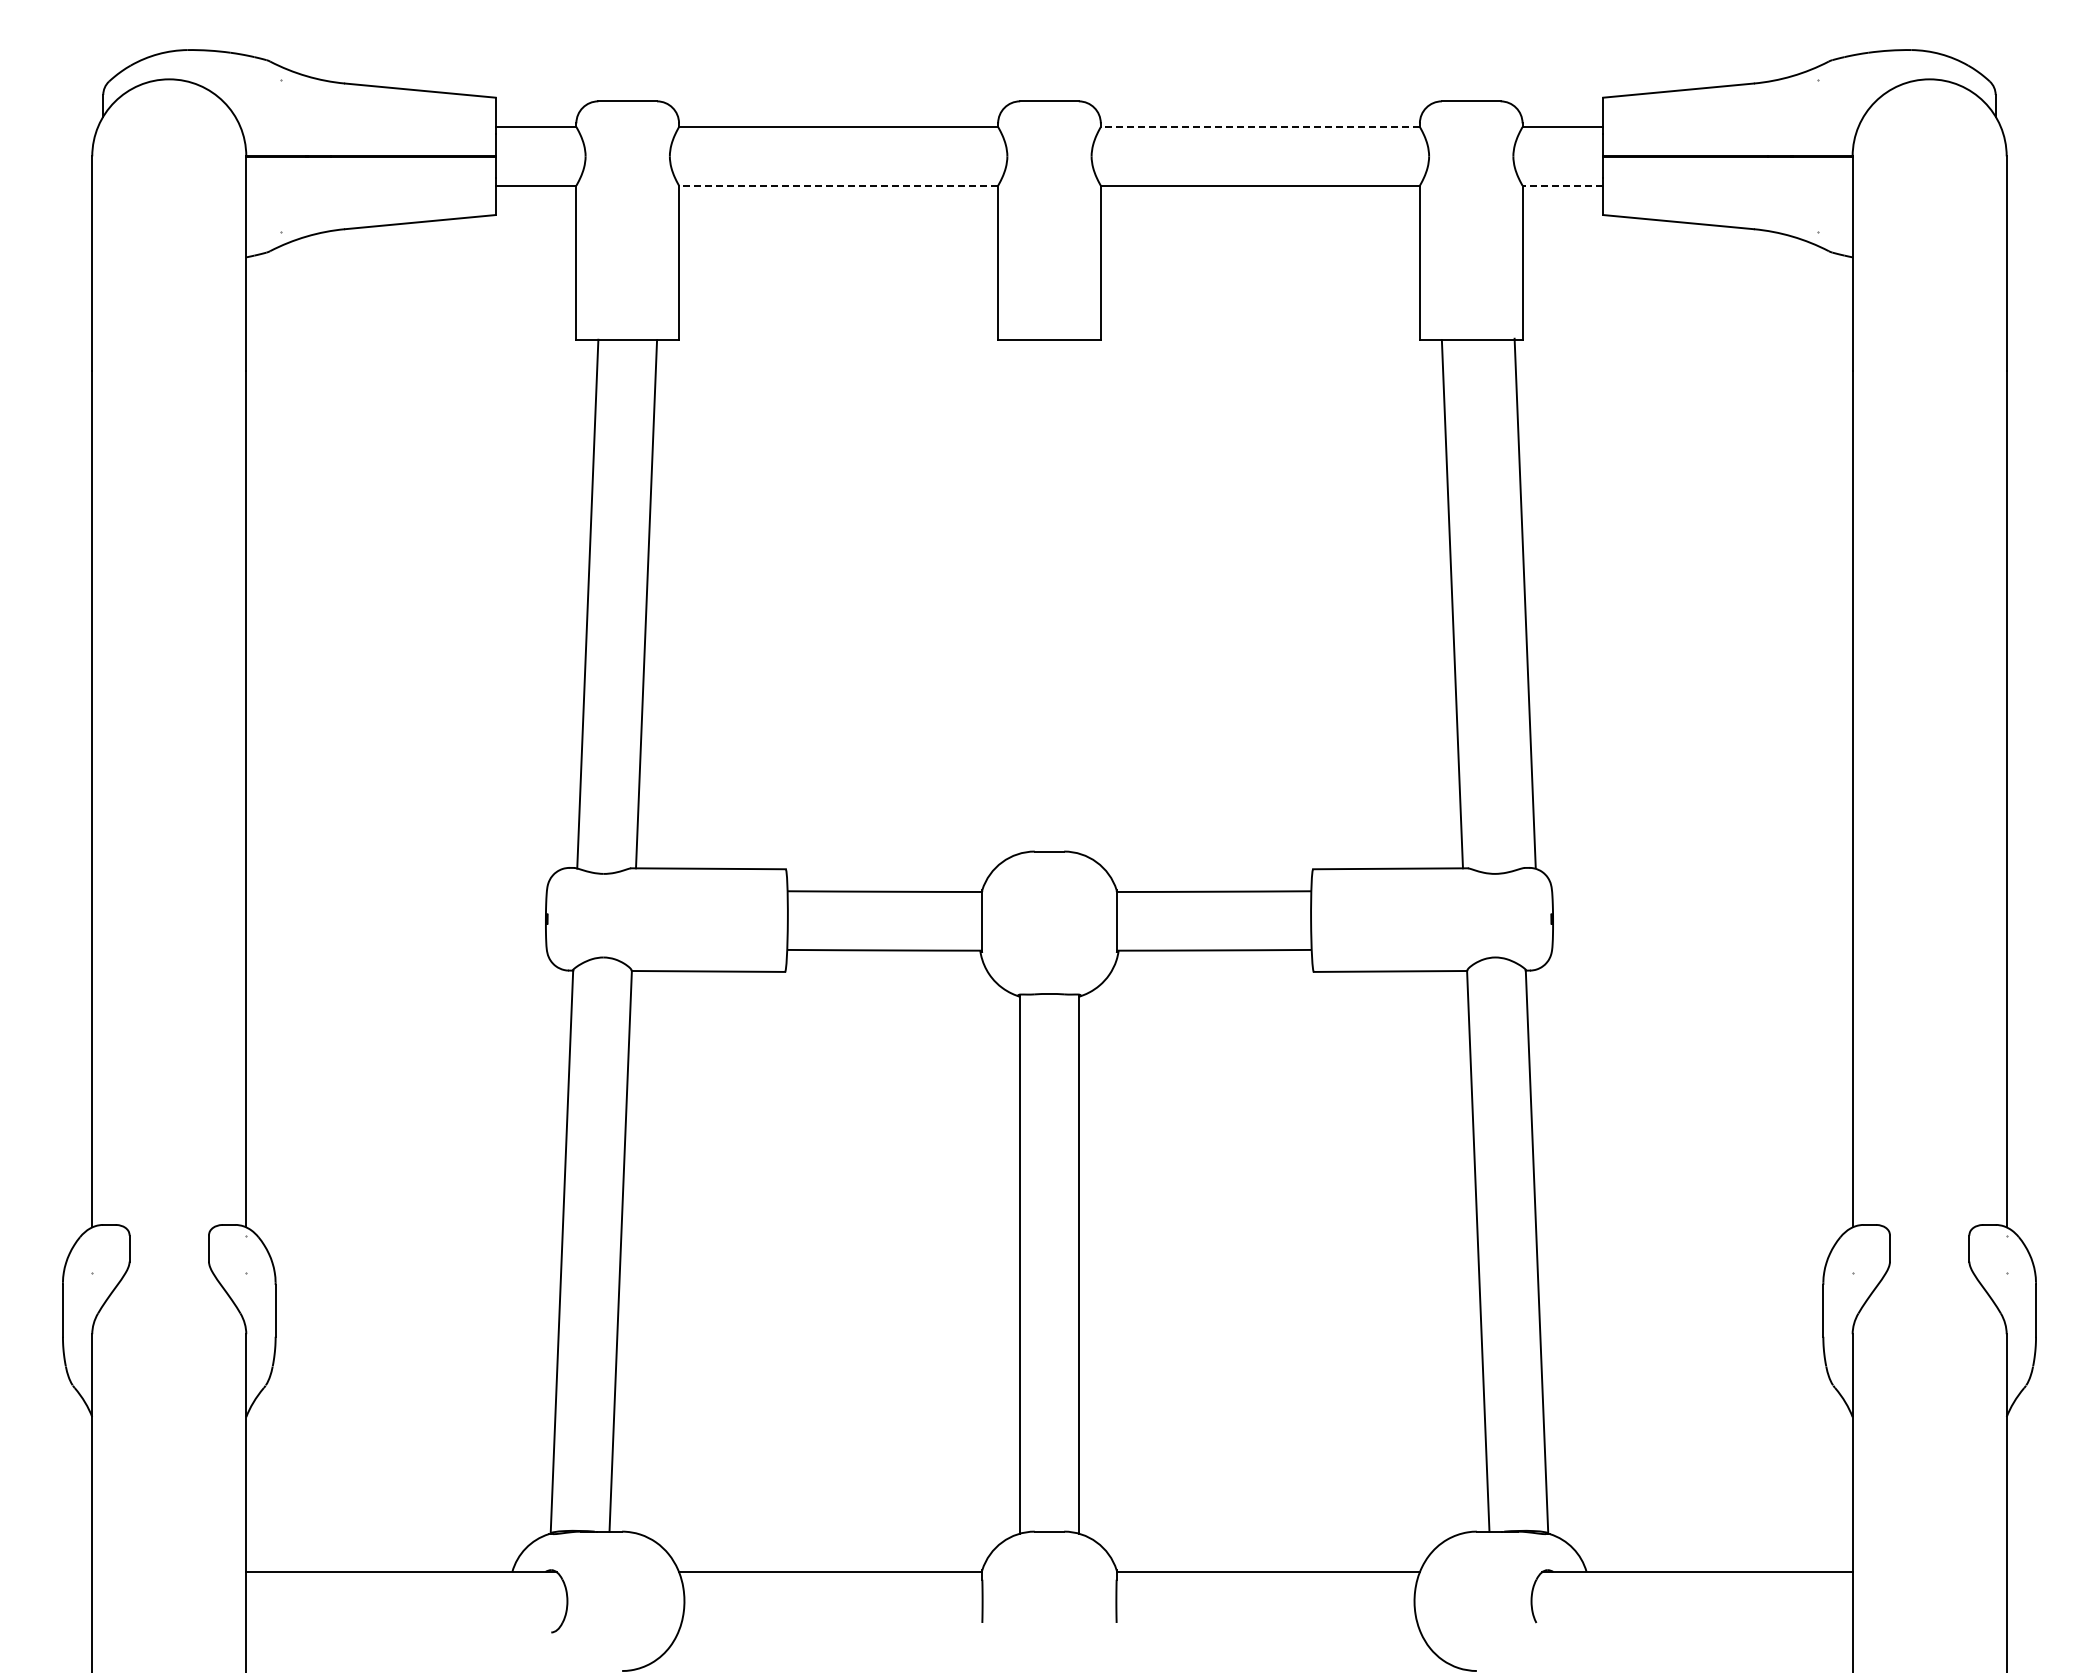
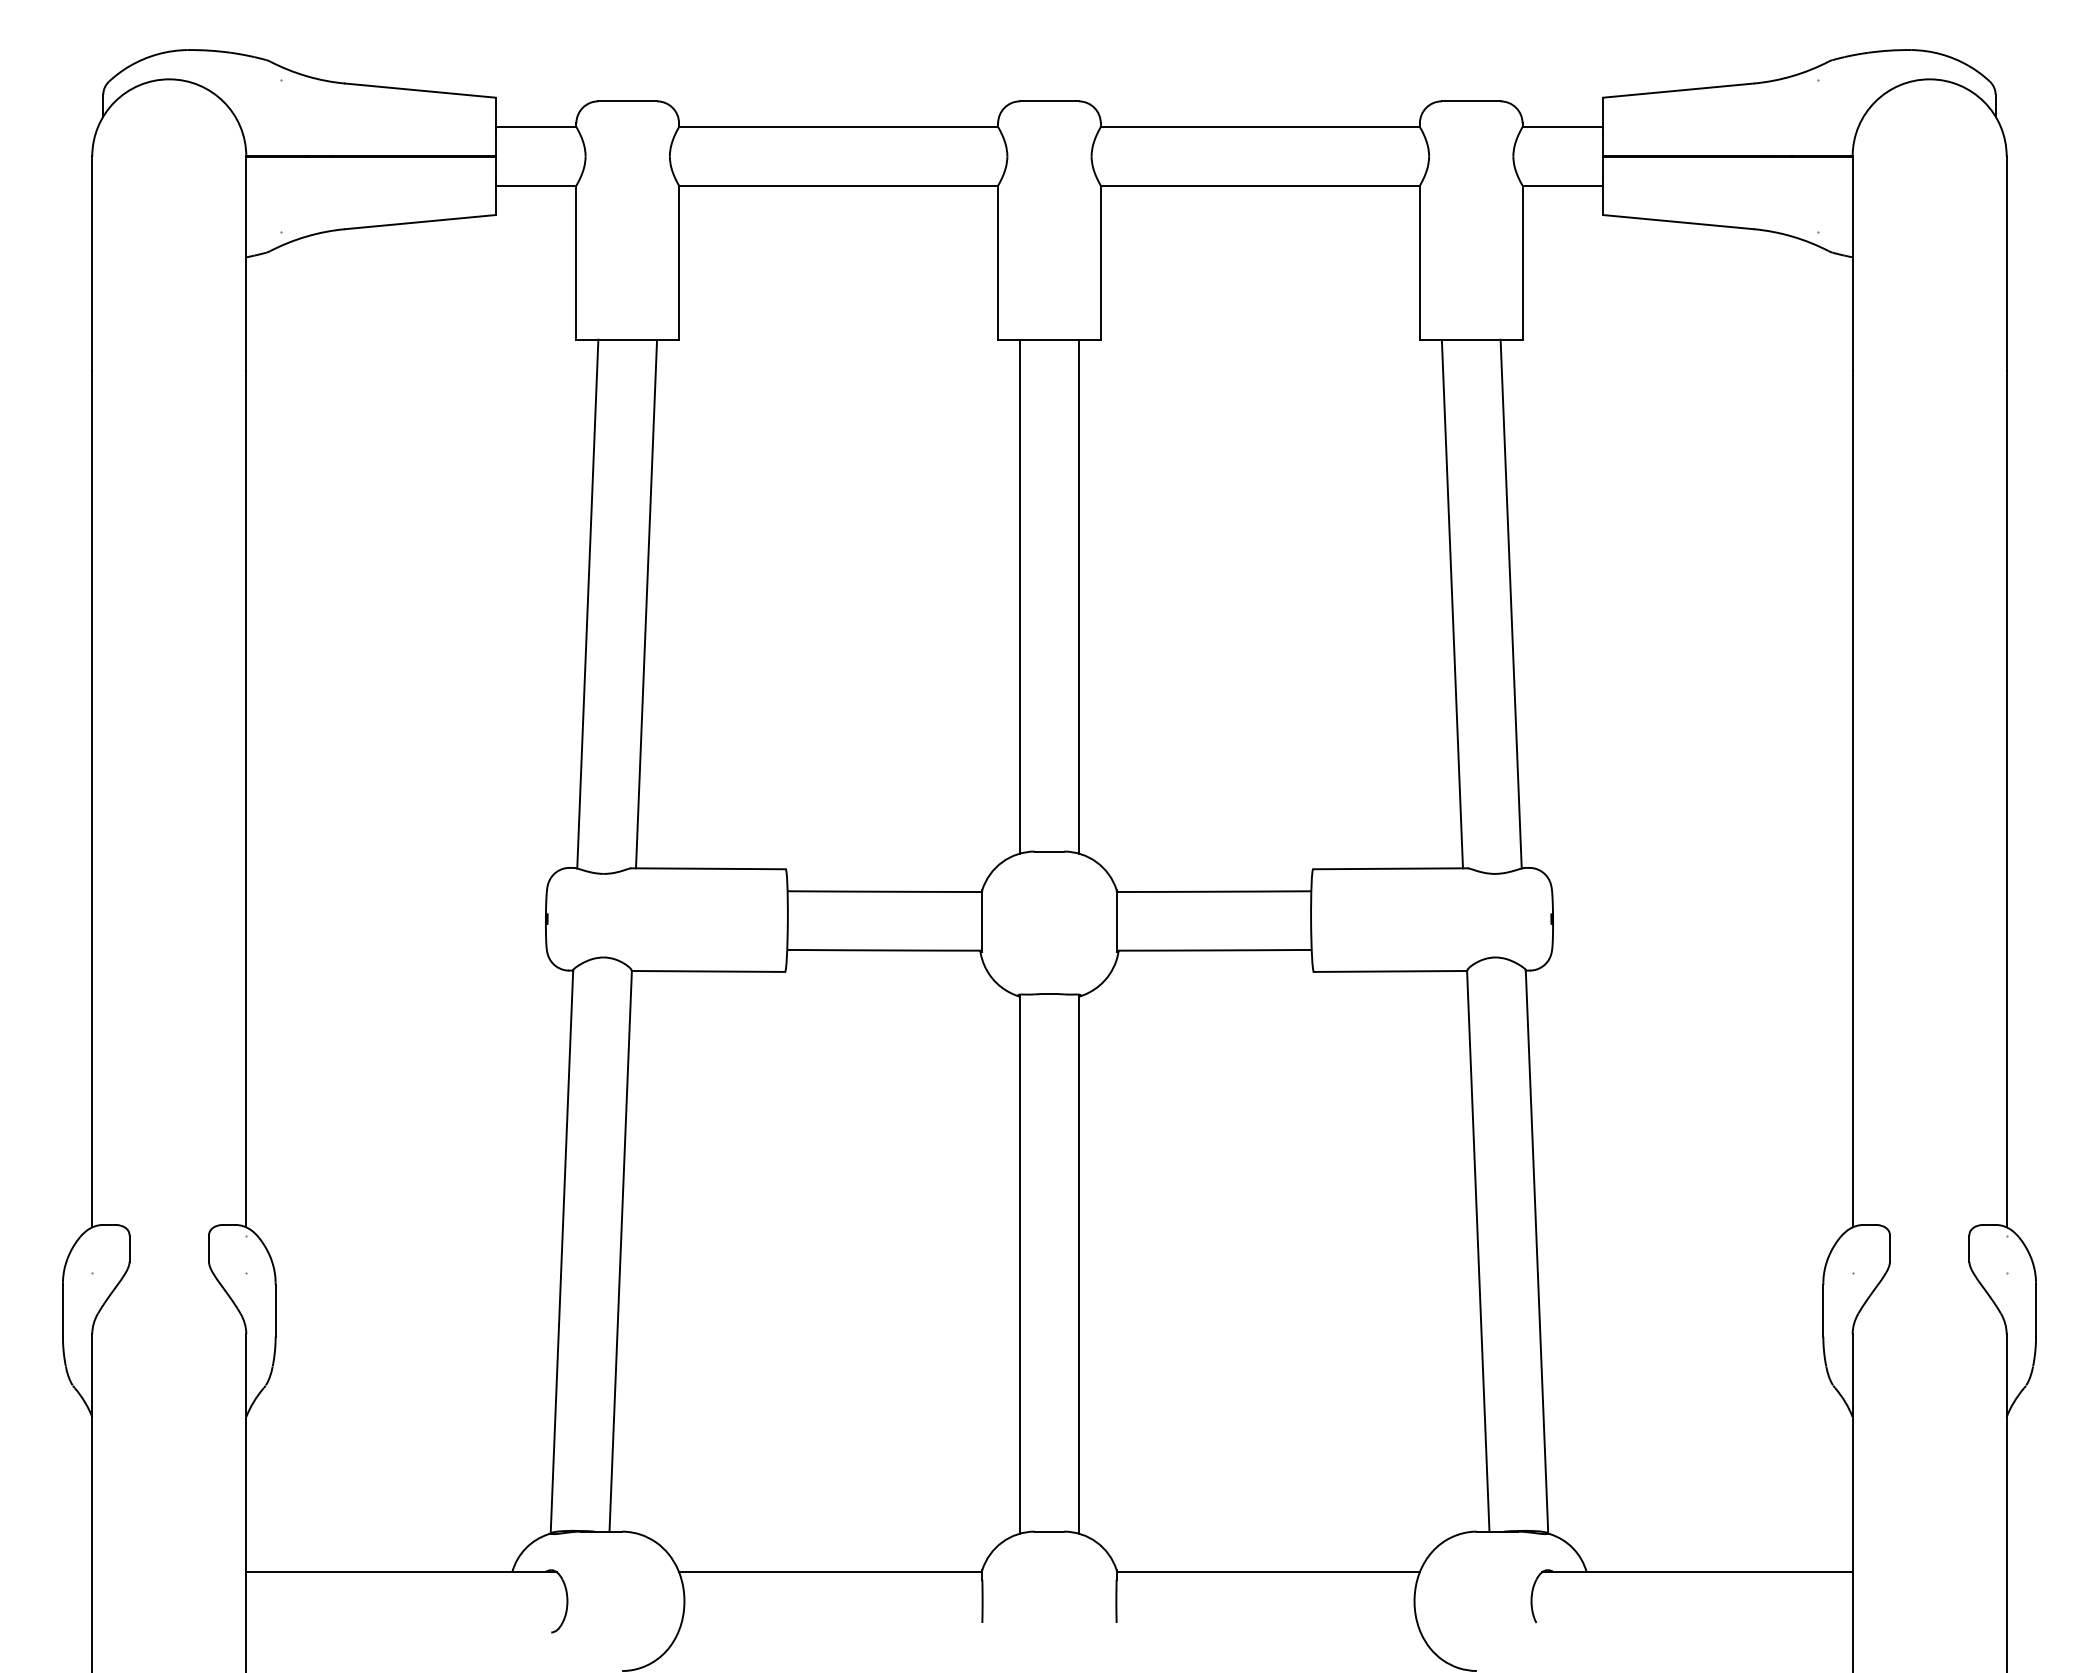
line at (1260, 127): dashed -> solid
line at (838, 185): dashed -> solid
line at (1562, 185): dashed -> solid
line at (1020, 596): none -> present
line at (1078, 596): none -> present
line at (1524, 602) position: (1524, 602) -> (1510, 603)
